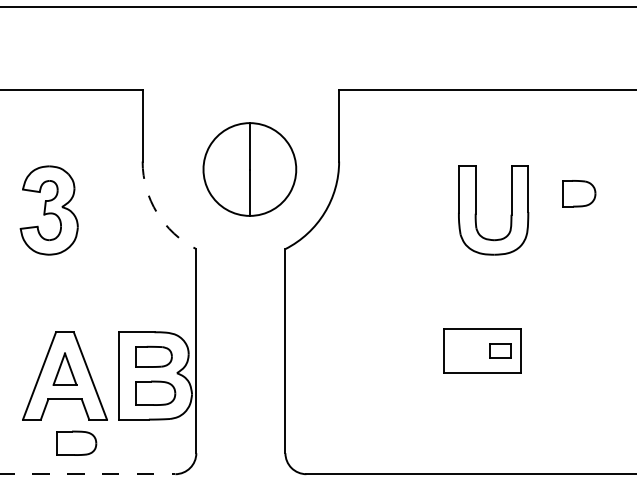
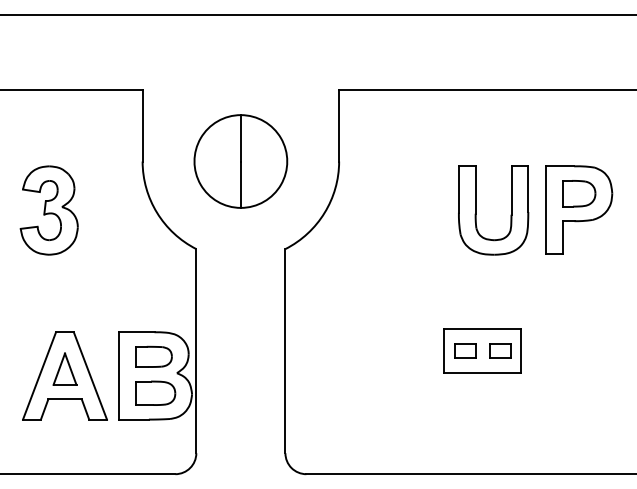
line at (317, 6) position: (317, 6) -> (317, 14)
part at (249, 169) position: (249, 169) -> (240, 161)
part at (579, 209): none -> present
arc at (157, 212): dashed -> solid
part at (465, 350): none -> present
part at (76, 442): present -> none
line at (88, 474): dashed -> solid
